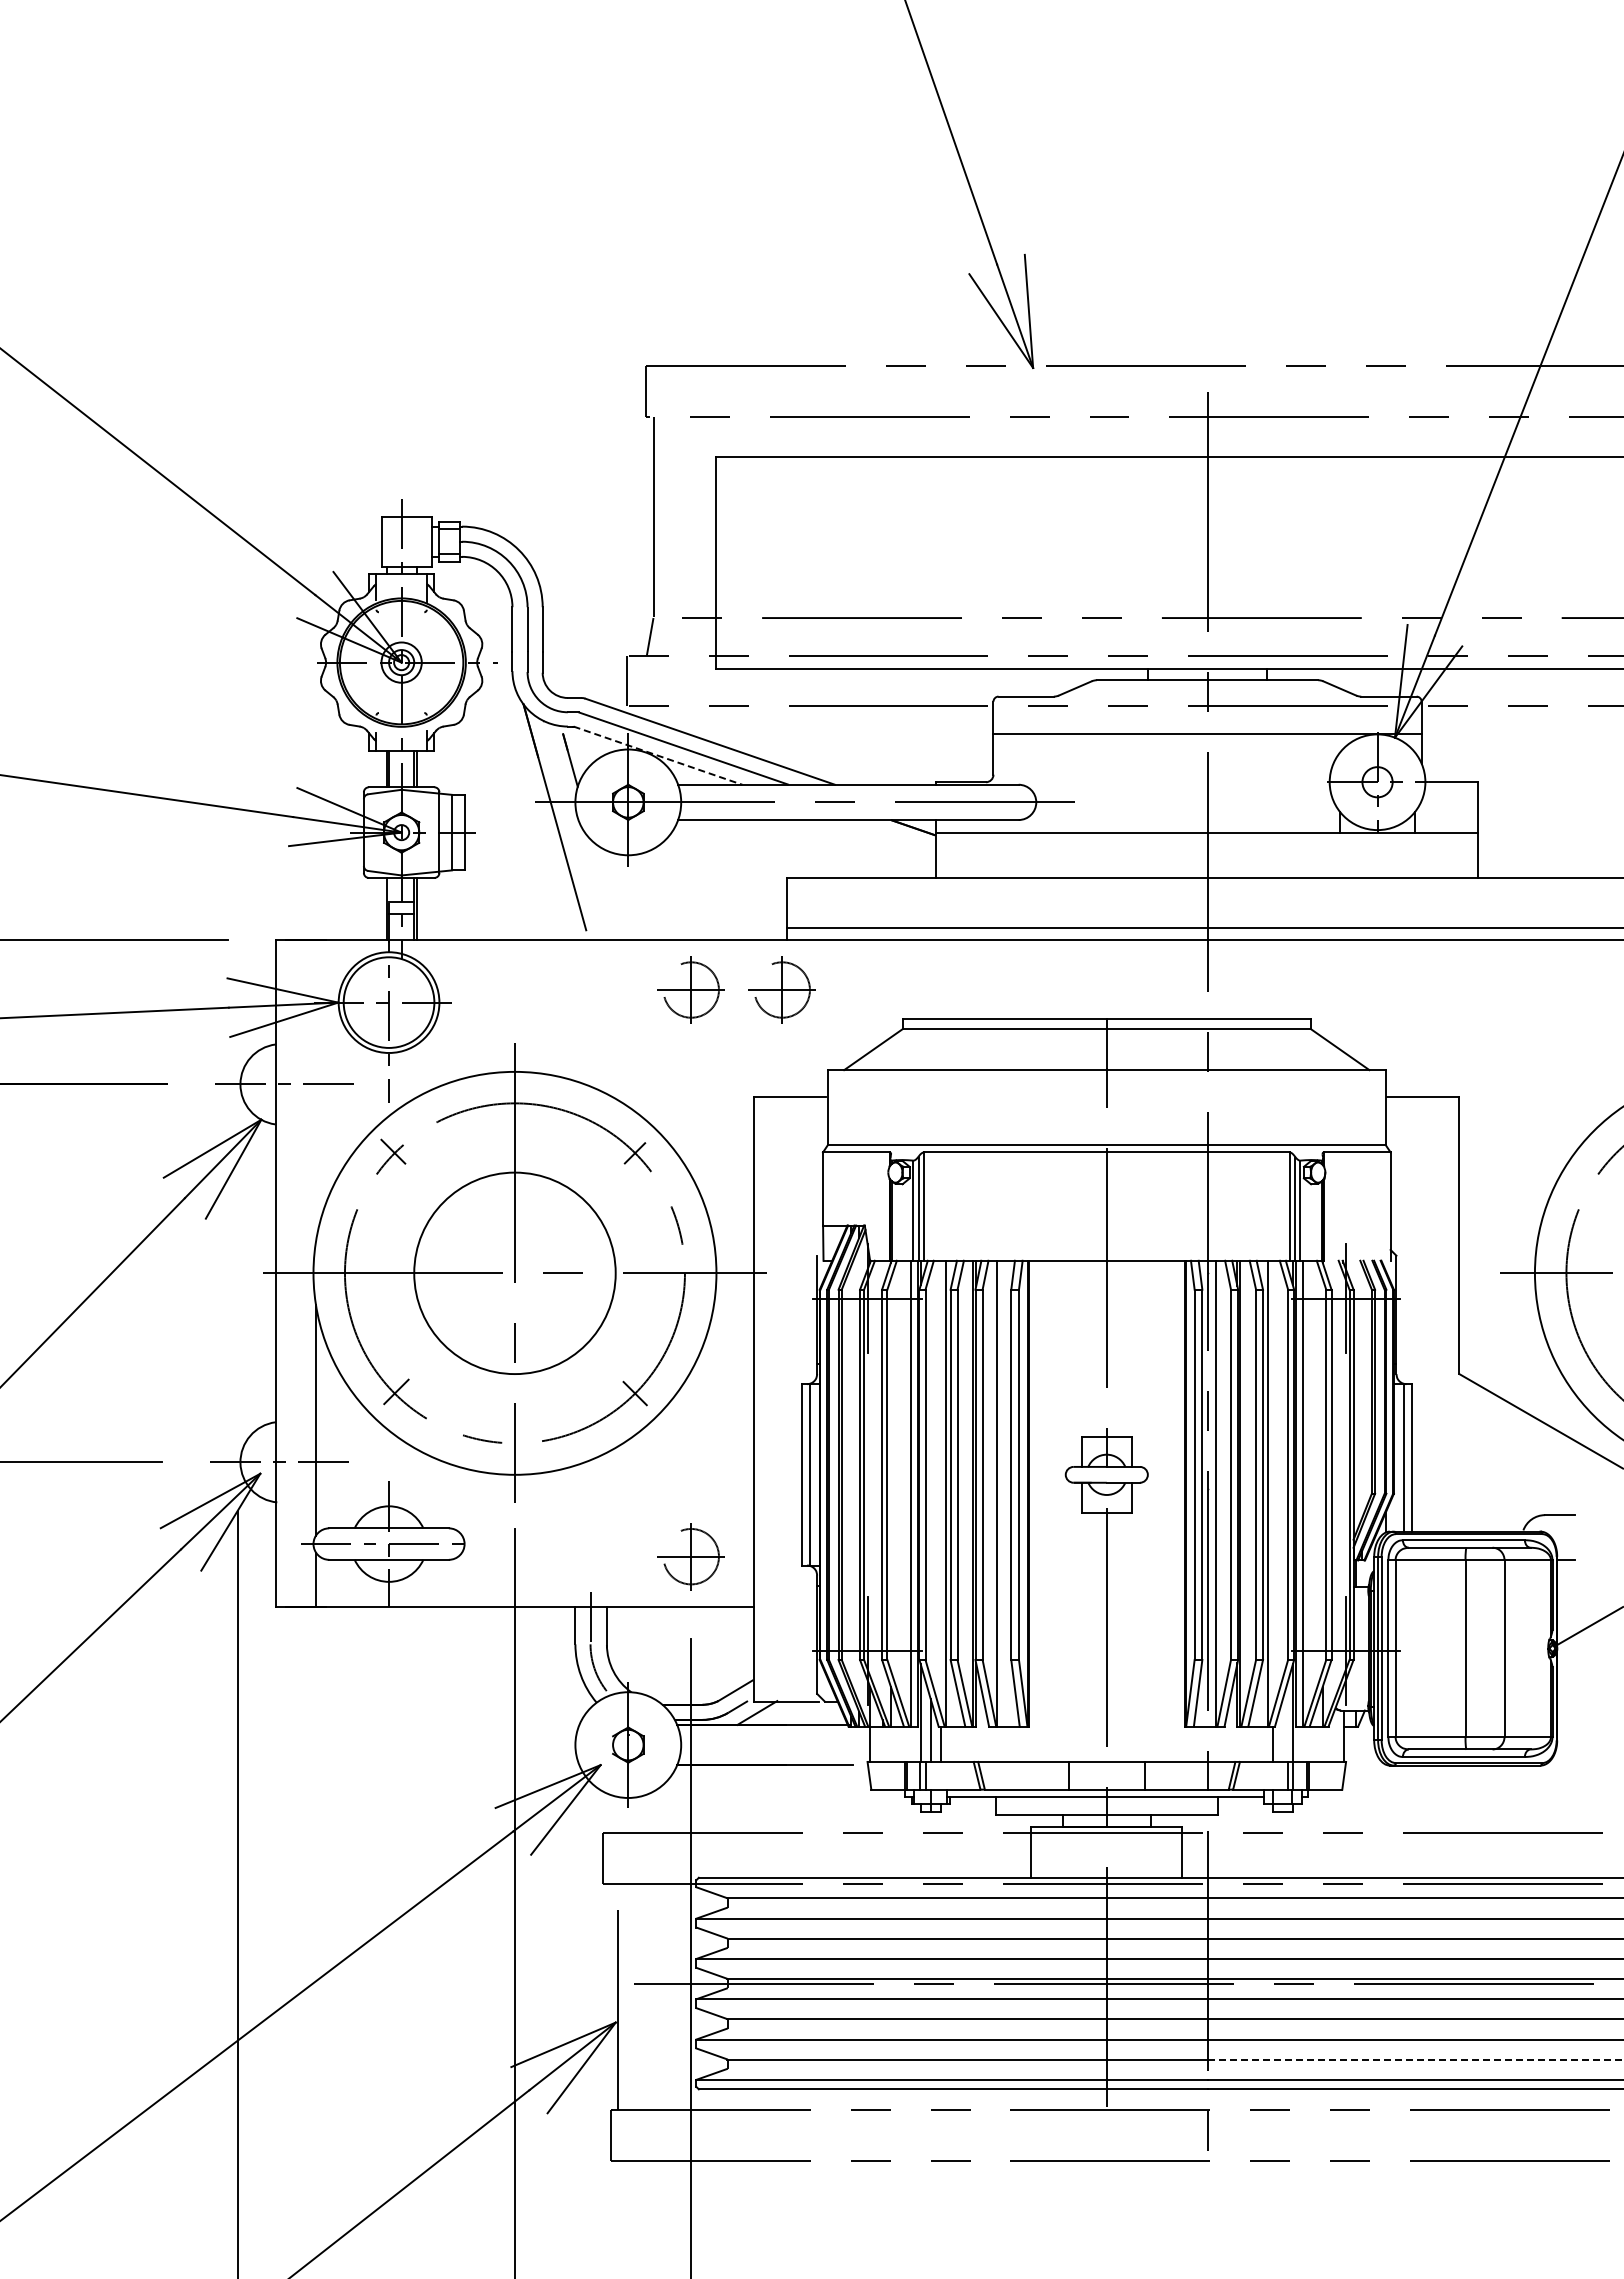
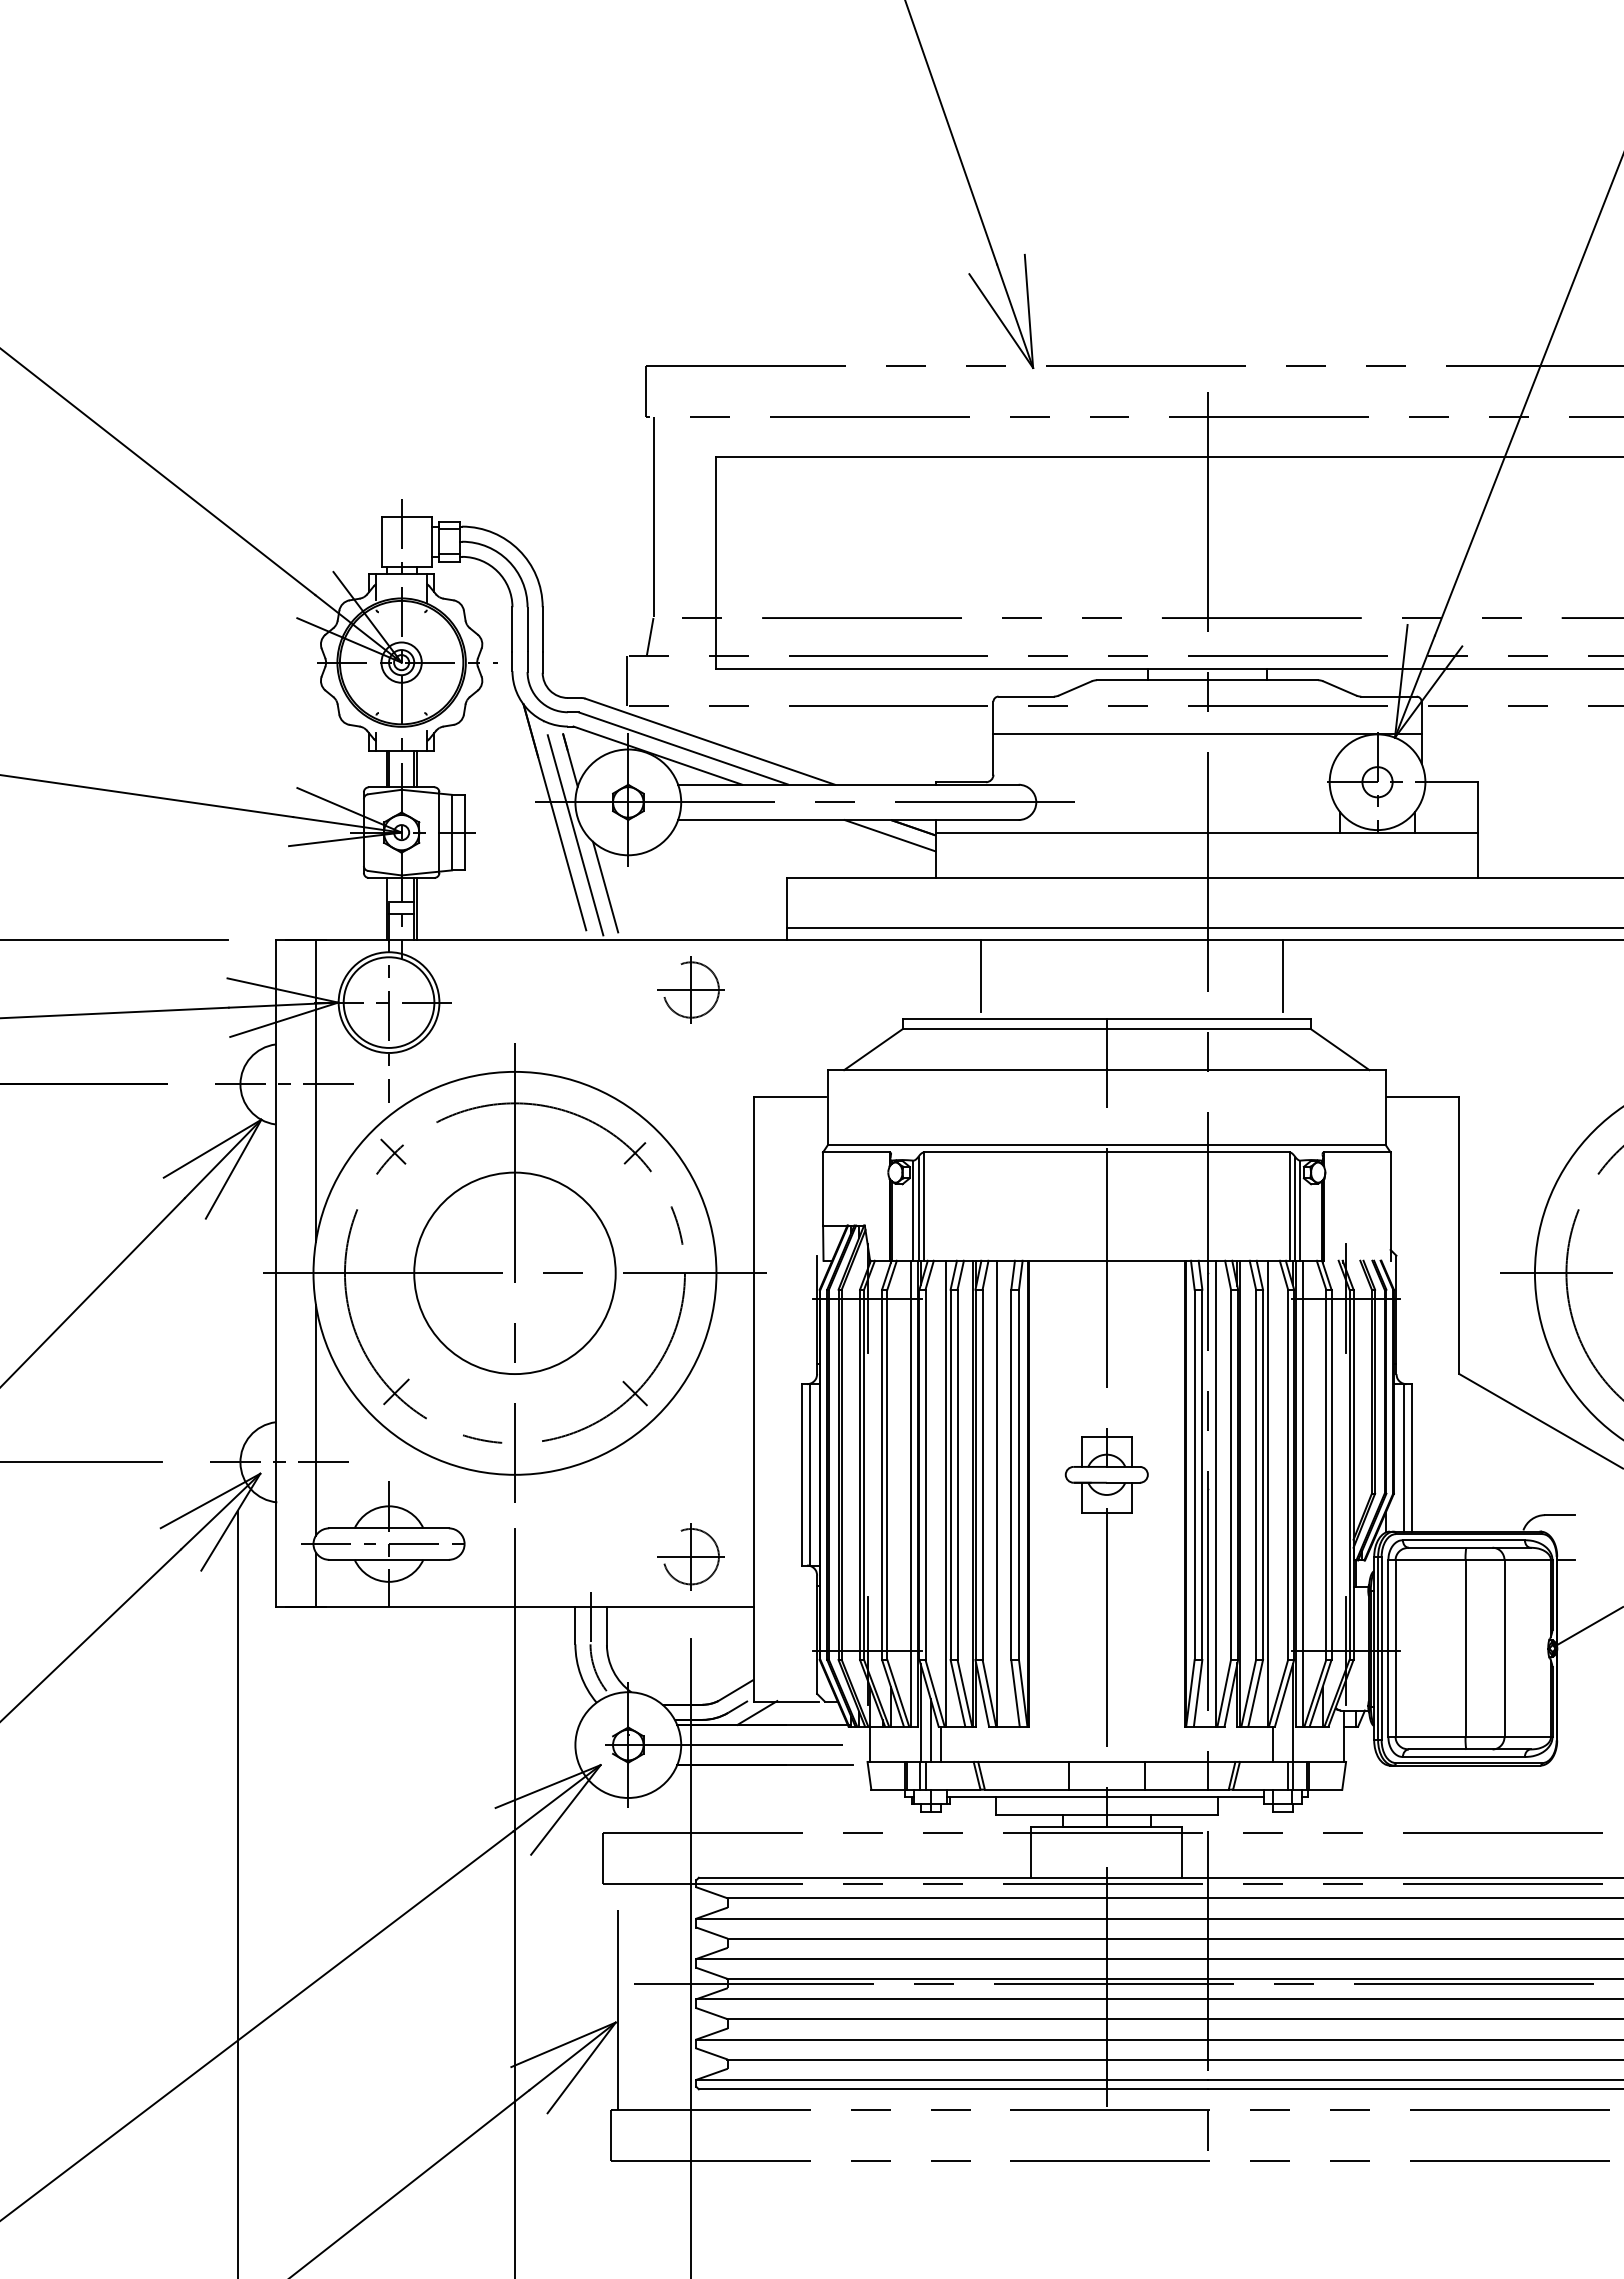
line at (658, 755): dashed -> solid
line at (575, 835): none -> present
line at (889, 835): none -> present
line at (605, 886): none -> present
line at (980, 975): none -> present
line at (1283, 975): none -> present
part at (781, 989): present -> none
line at (316, 1090): none -> present
line at (723, 1745): none -> present
line at (1416, 2059): dashed -> solid
